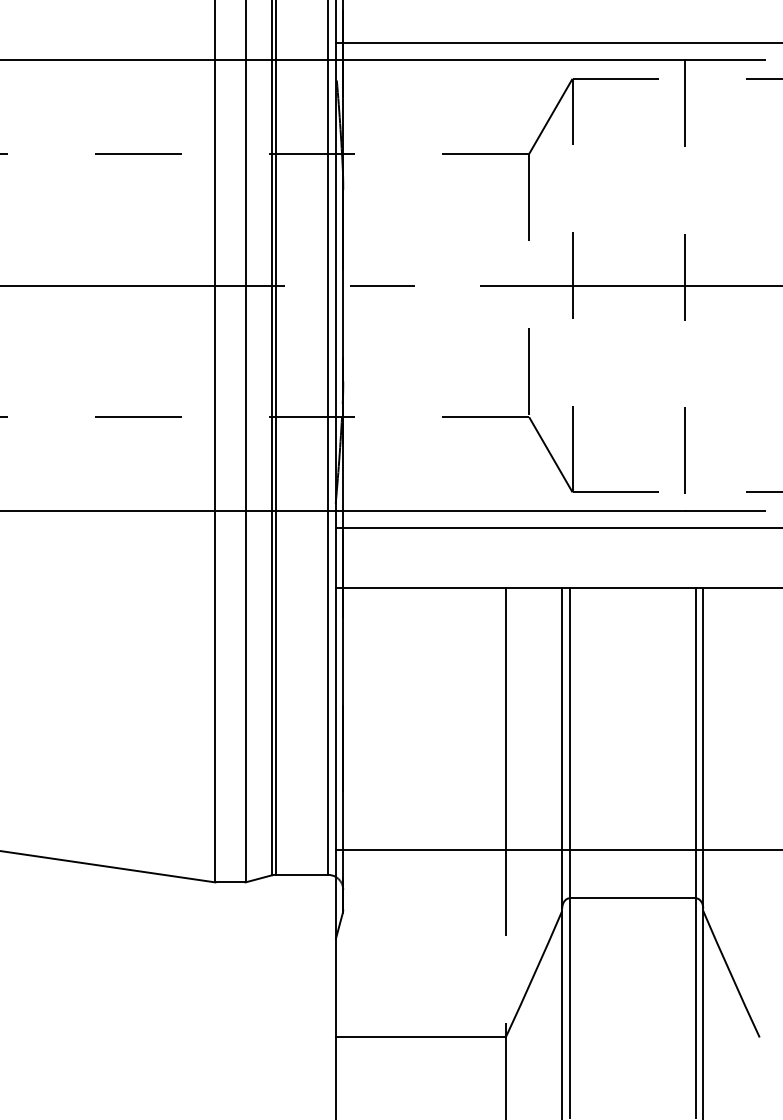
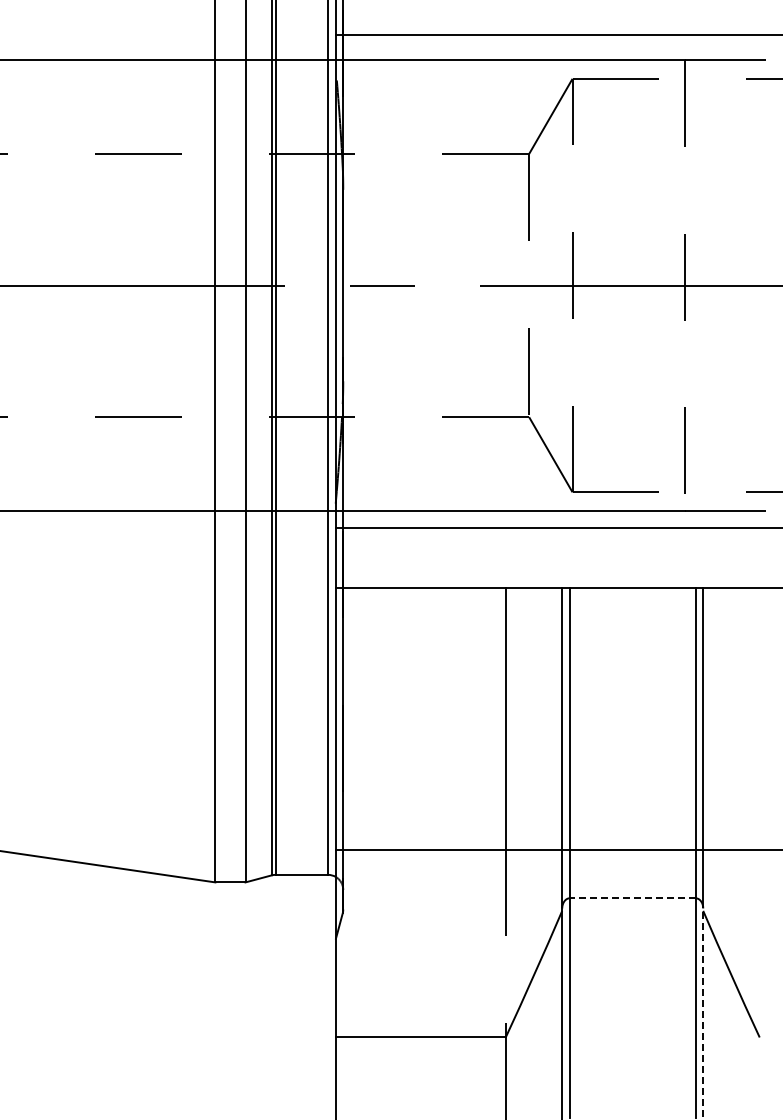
line at (557, 43) position: (557, 43) -> (557, 35)
line at (632, 898): solid -> dashed
line at (703, 1014): solid -> dashed
